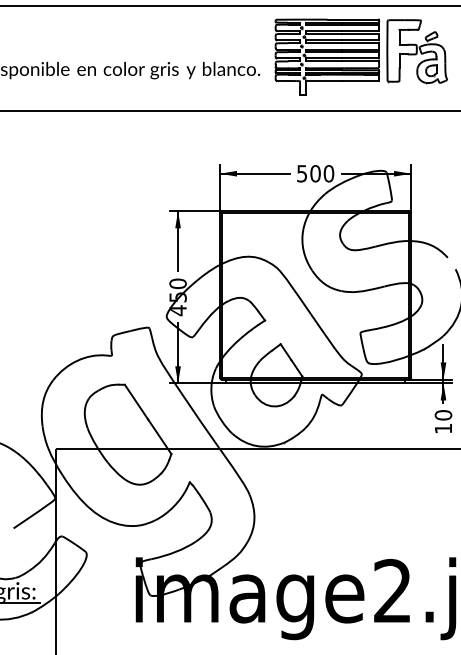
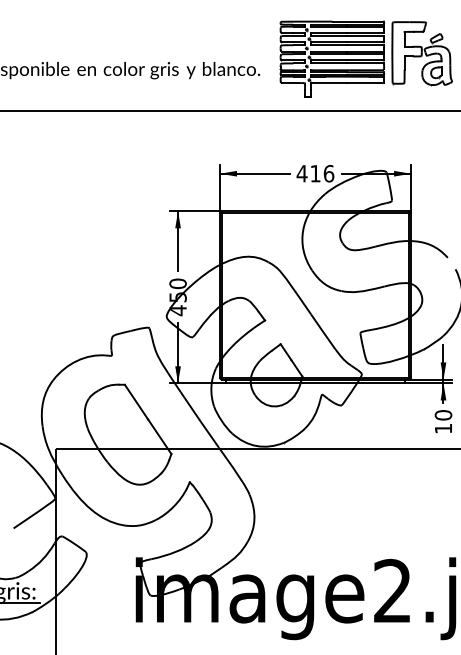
line at (229, 6): present -> none
part at (360, 56) position: (360, 56) -> (365, 58)
text at (315, 173): 500 -> 416
